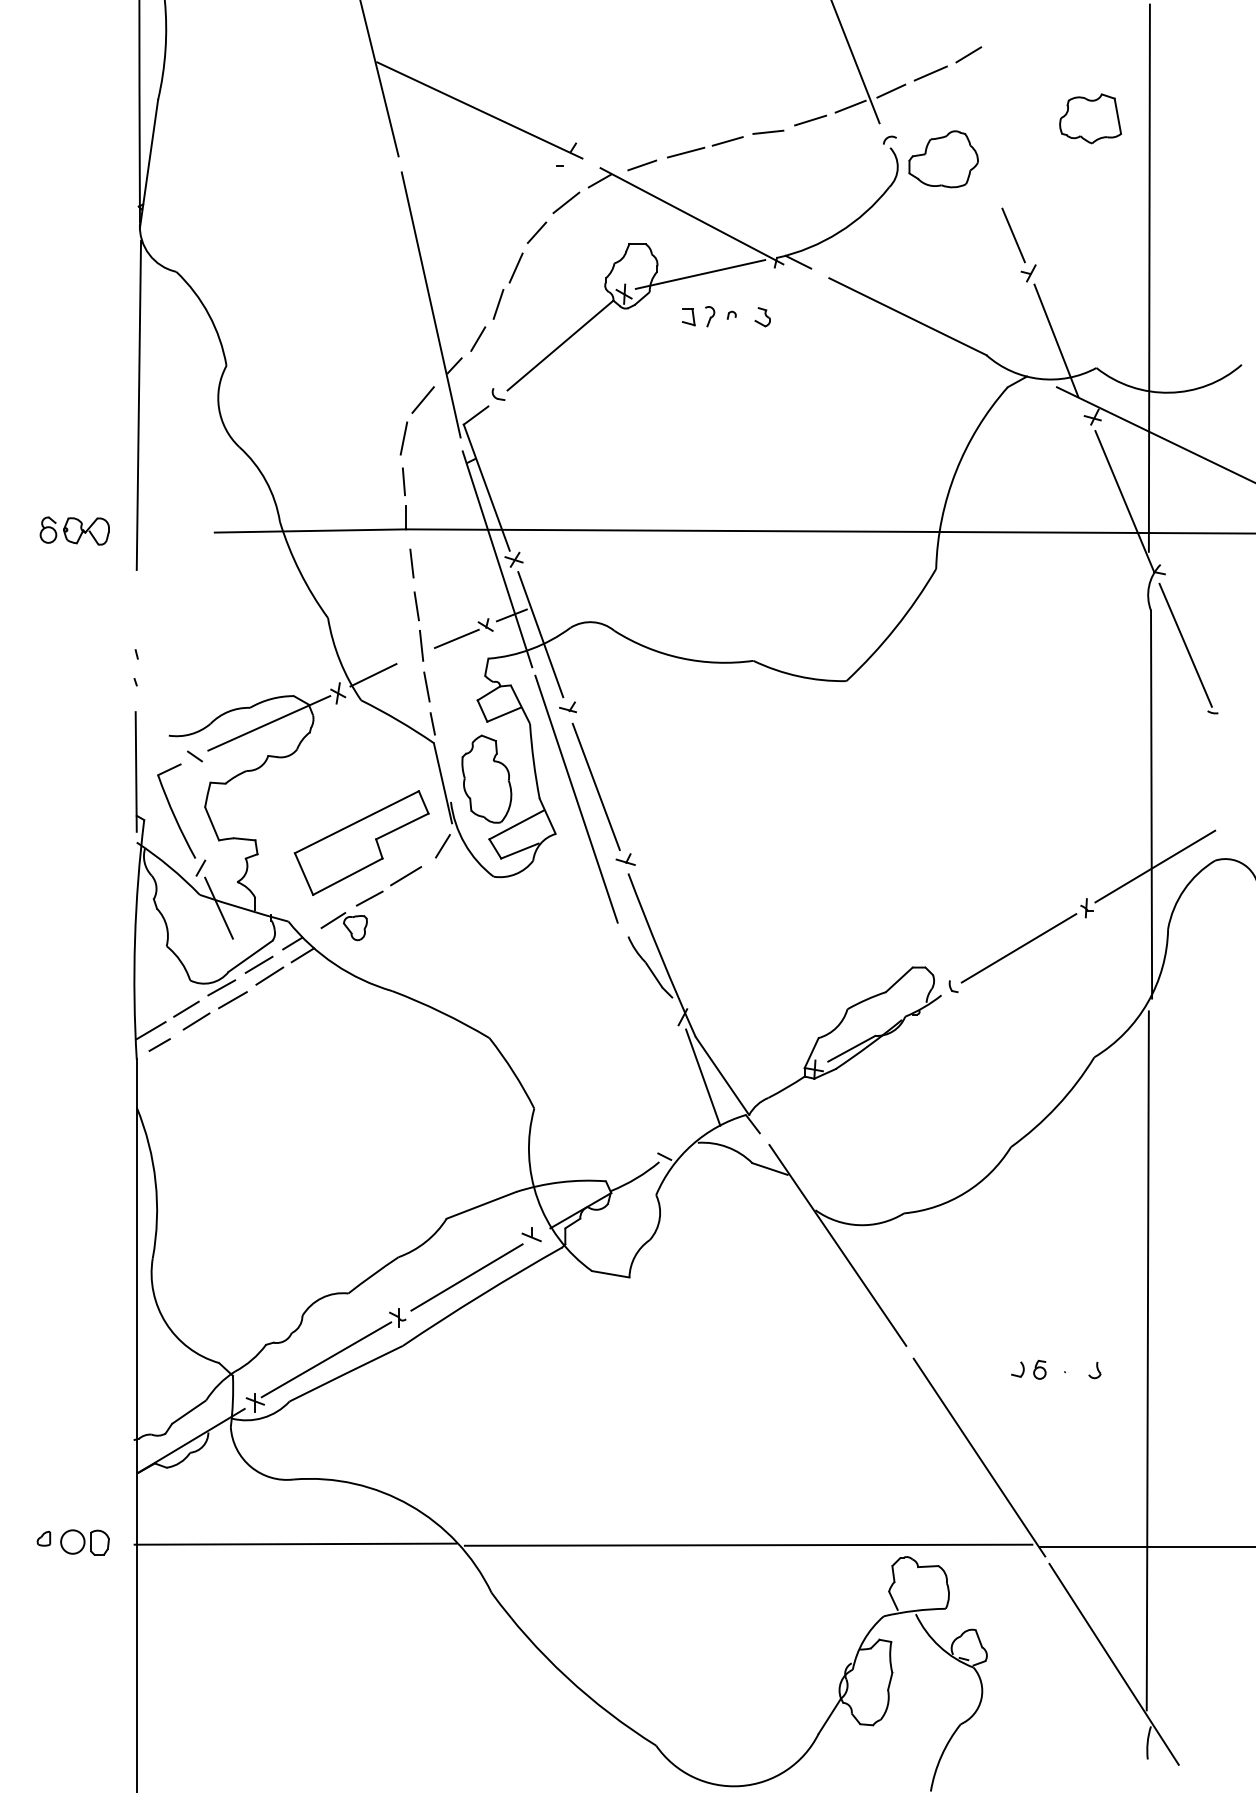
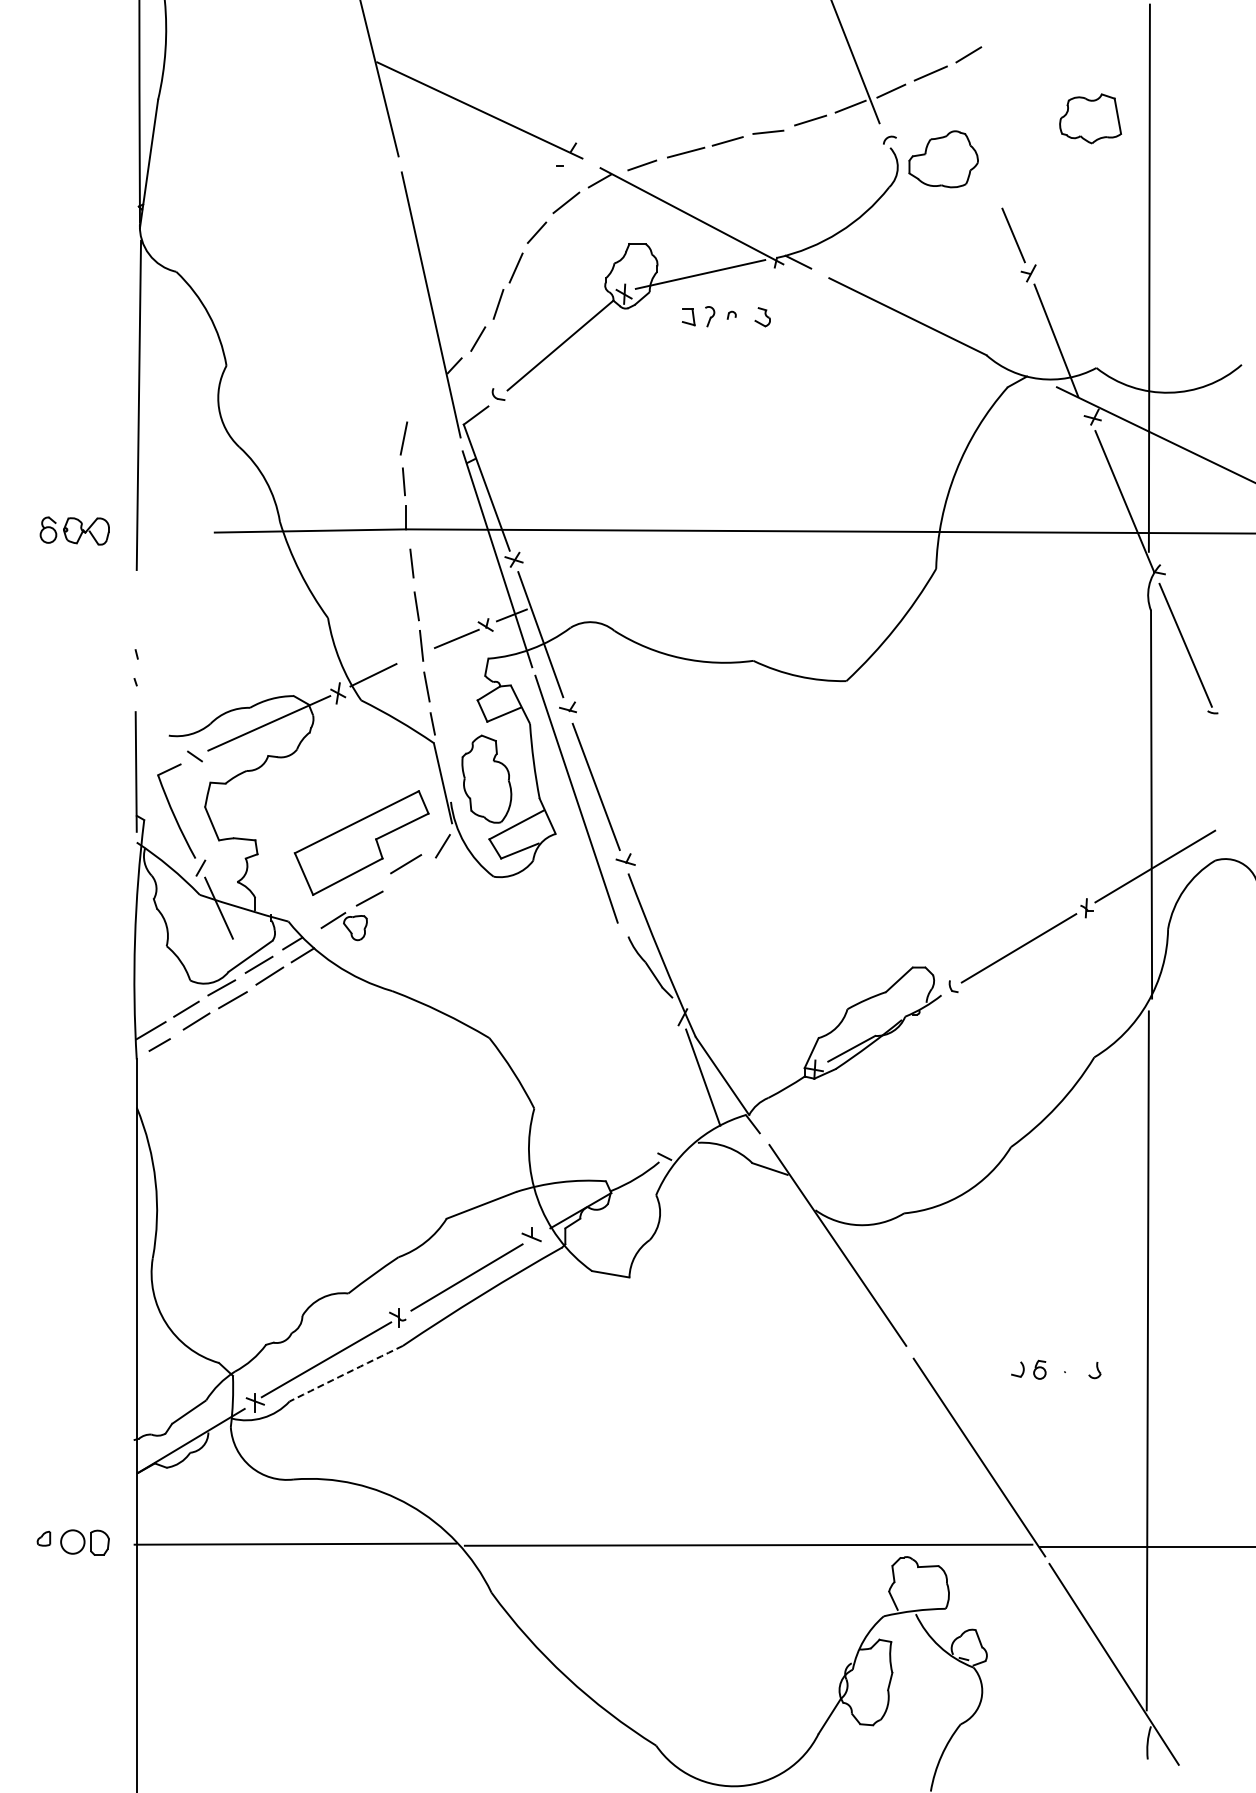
line at (422, 399): present -> none
line at (406, 876) position: (406, 876) -> (406, 864)
arc at (346, 1373): solid -> dashed
